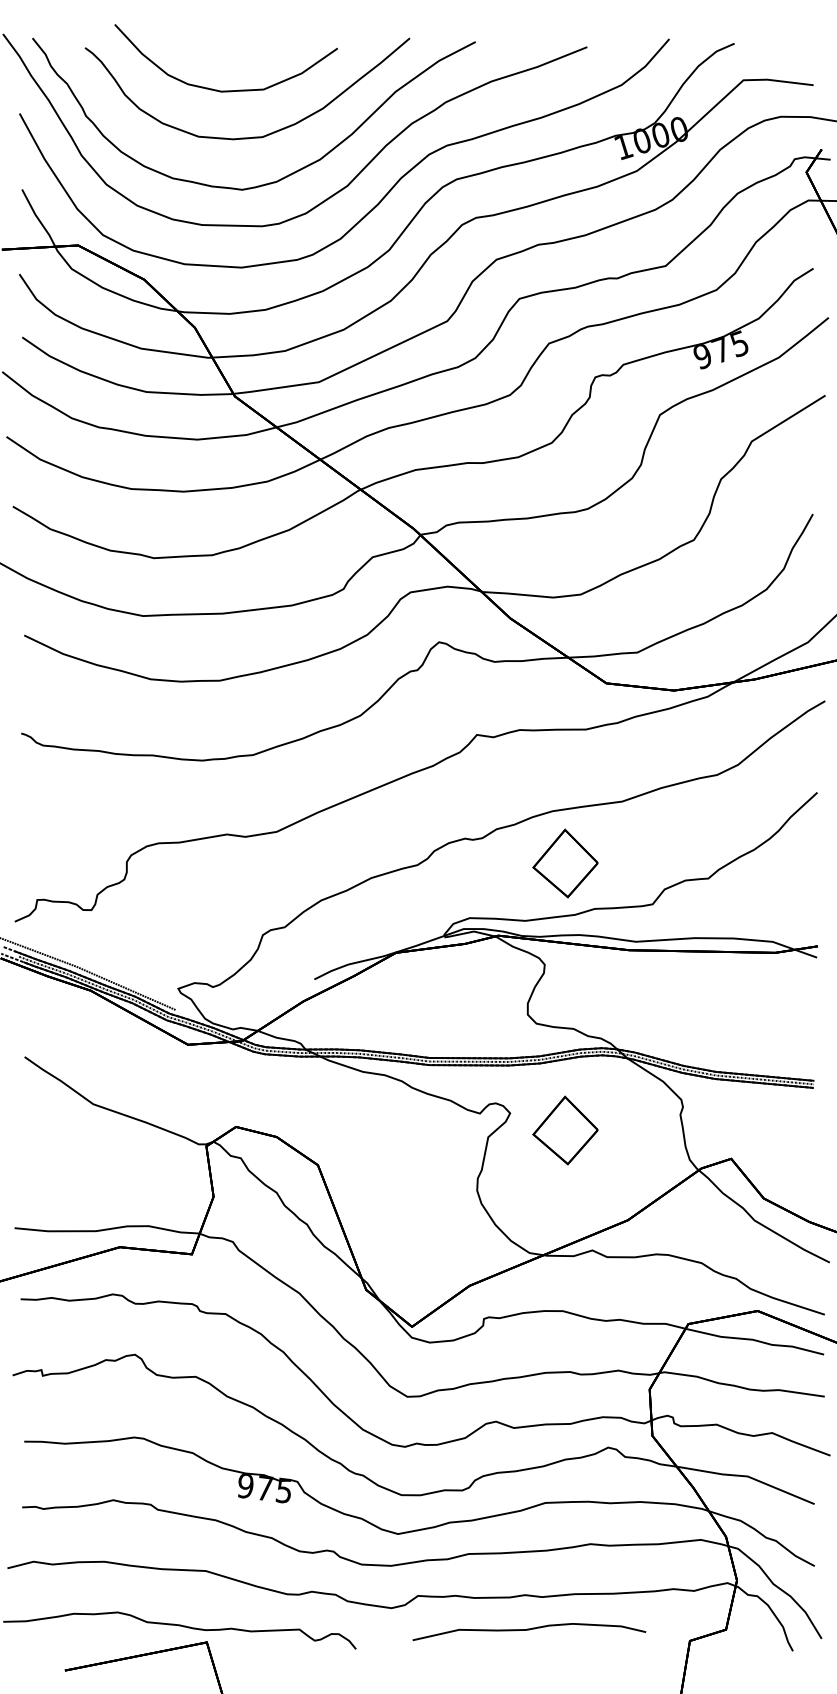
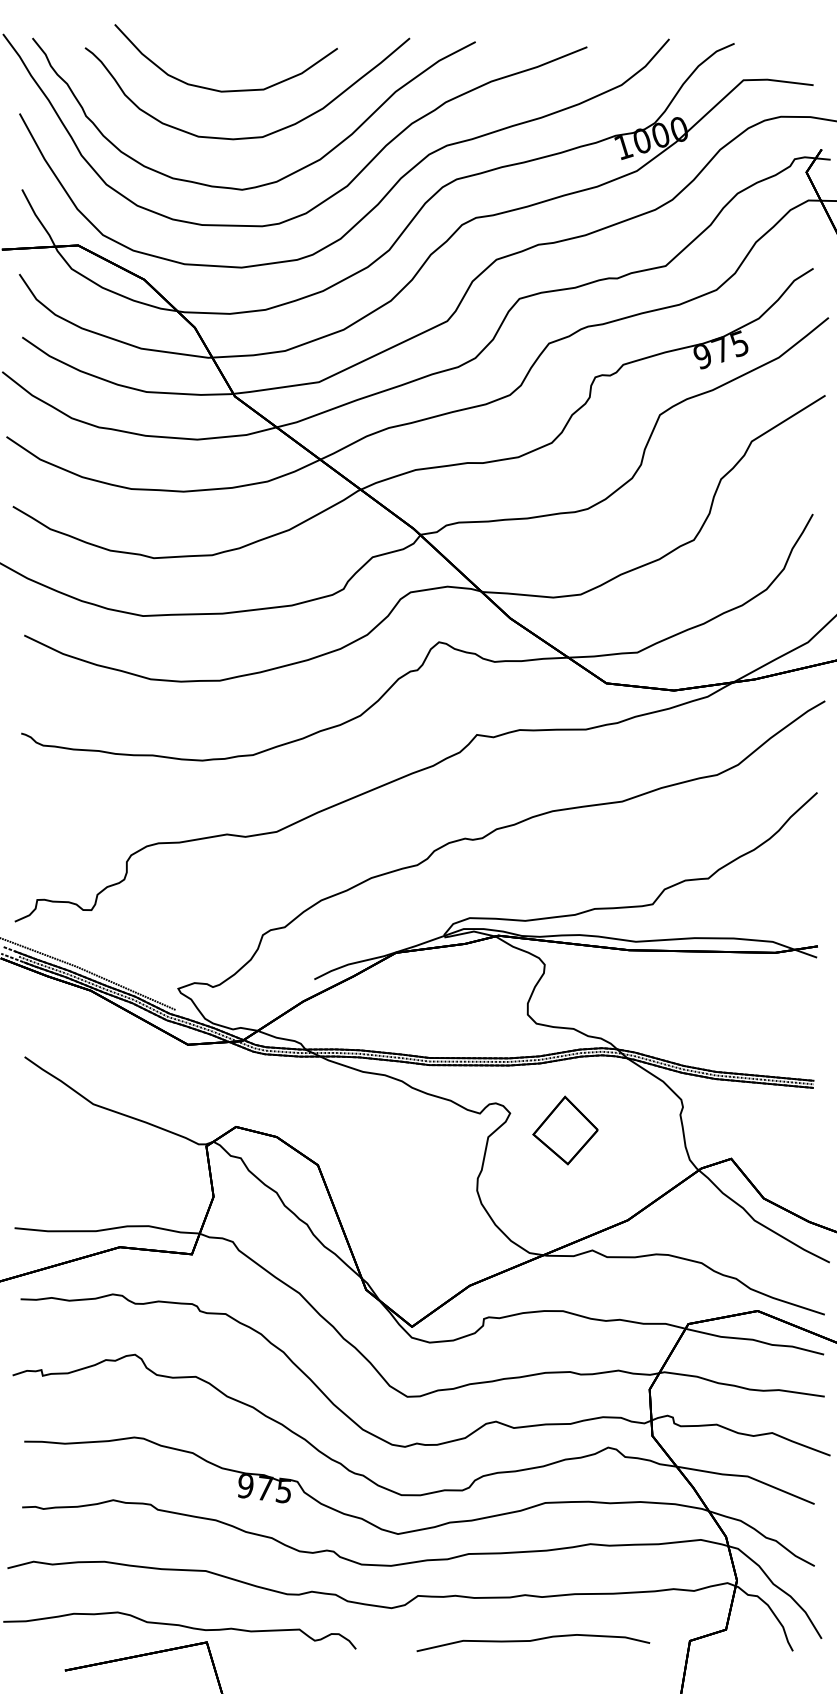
part at (565, 863): present -> none
curve at (529, 1630) position: (529, 1630) -> (533, 1641)
